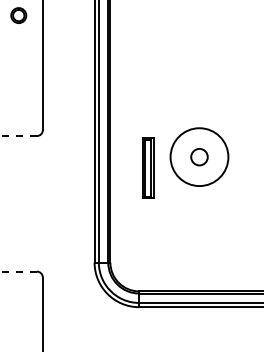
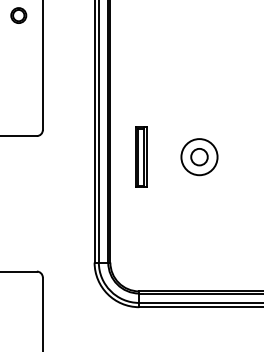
line at (18, 136): dashed -> solid
circle at (199, 157) diameter: 58 px -> 36 px
part at (148, 167) position: (148, 167) -> (141, 156)
line at (18, 271): dashed -> solid
